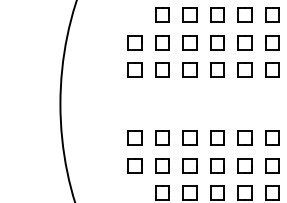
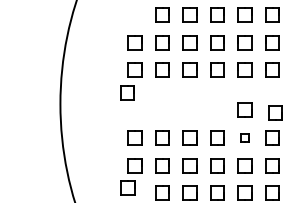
part at (127, 92): none -> present
part at (244, 109): none -> present
part at (275, 112): none -> present
part at (244, 137) size: 16x16 px -> 10x10 px
part at (127, 187): none -> present
